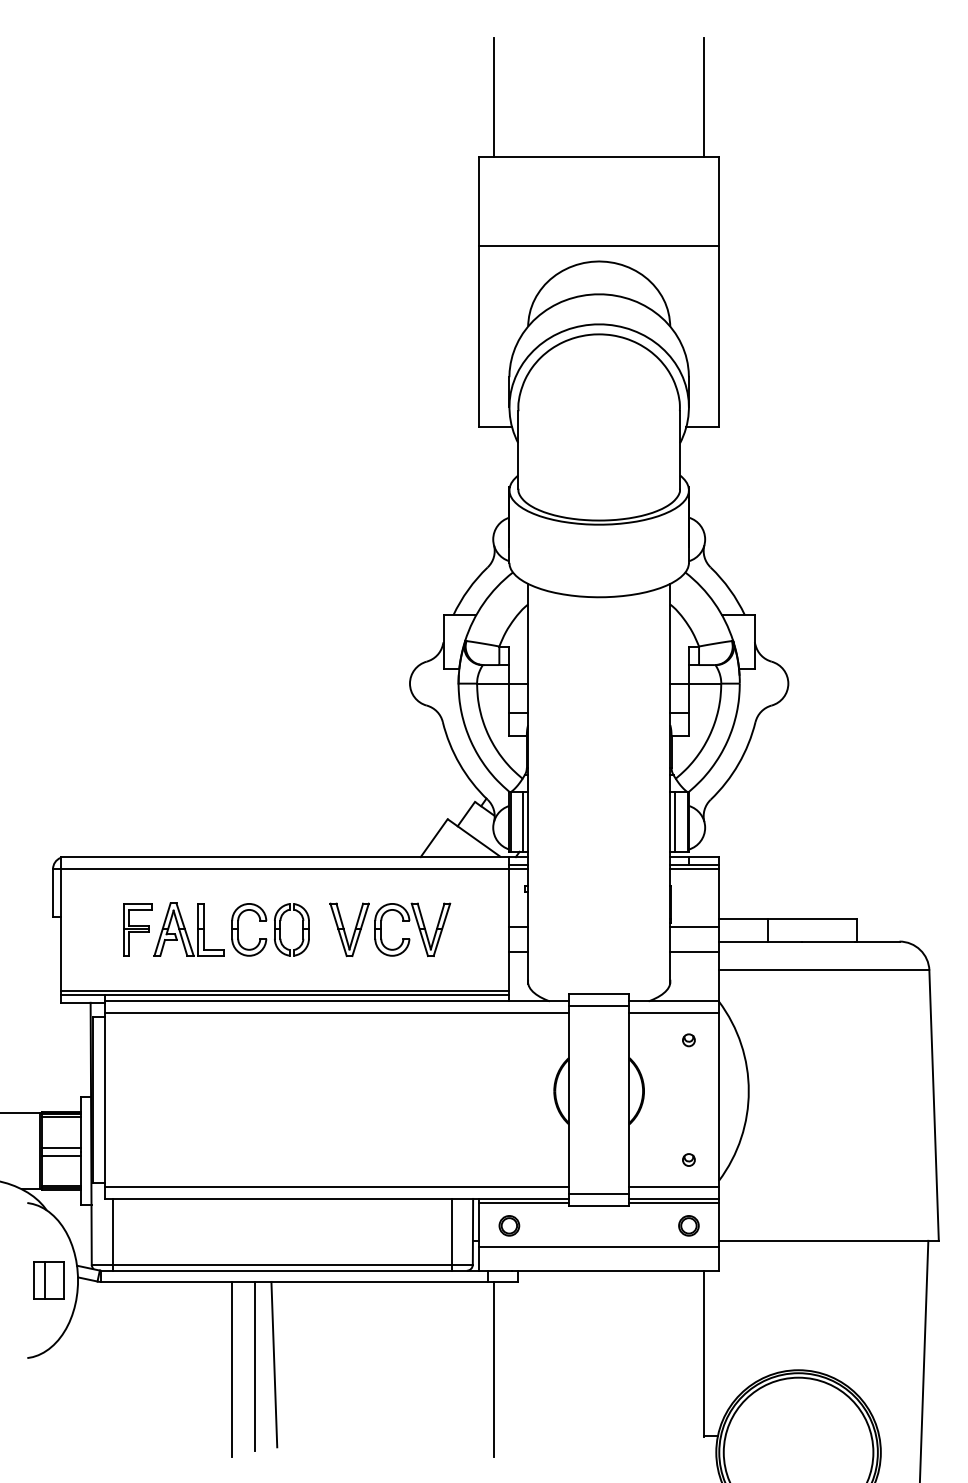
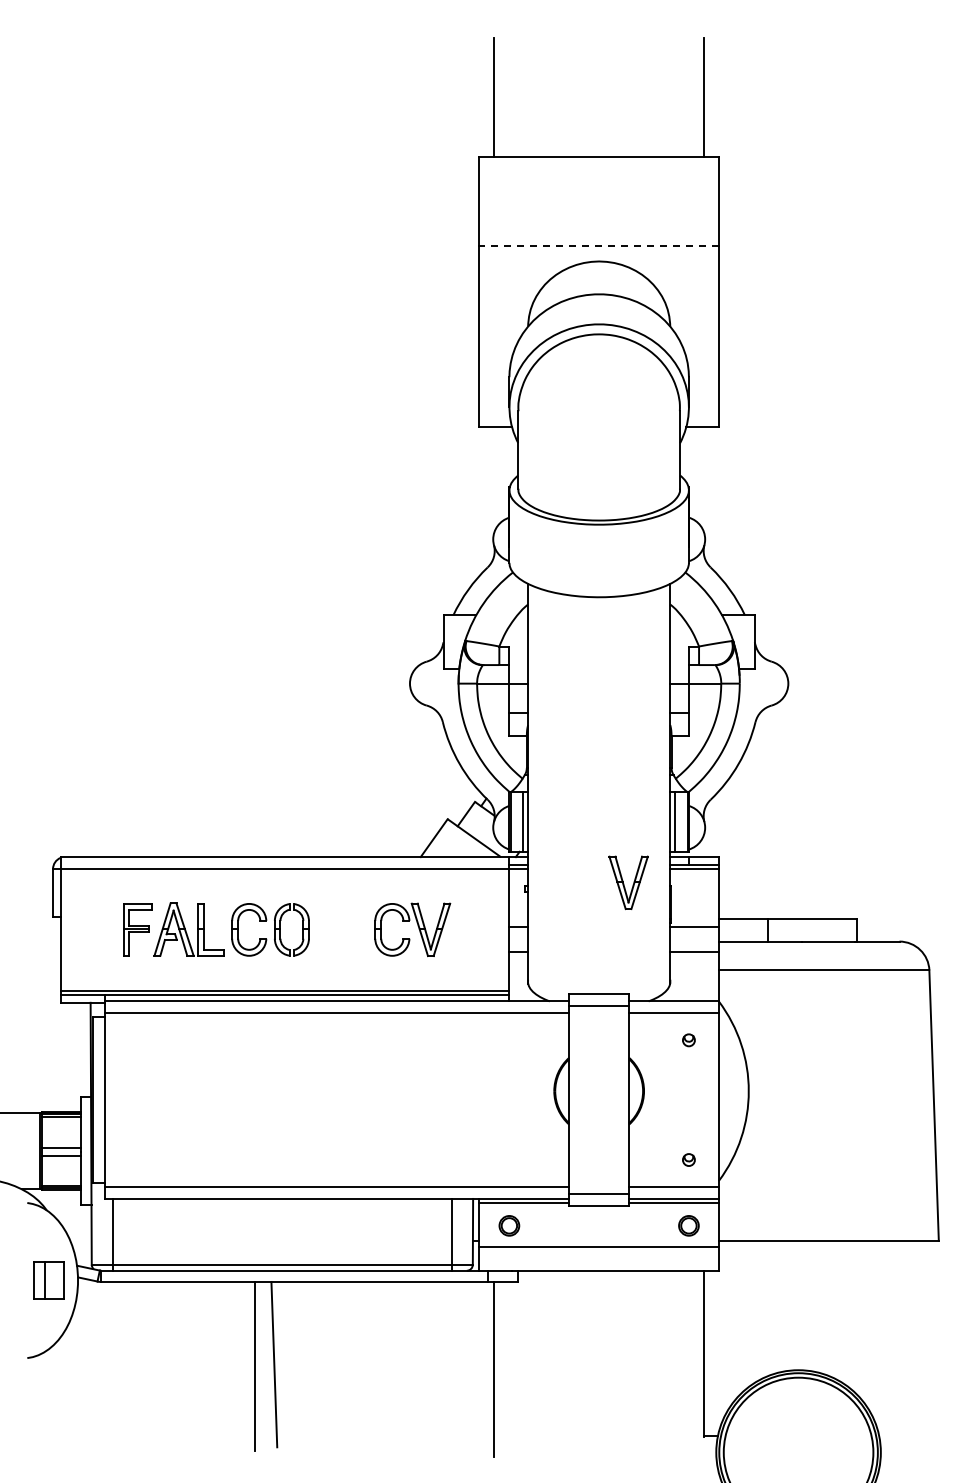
line at (599, 246): solid -> dashed
part at (349, 929) position: (349, 929) -> (628, 882)
line at (923, 1359): present -> none
line at (232, 1368): present -> none
